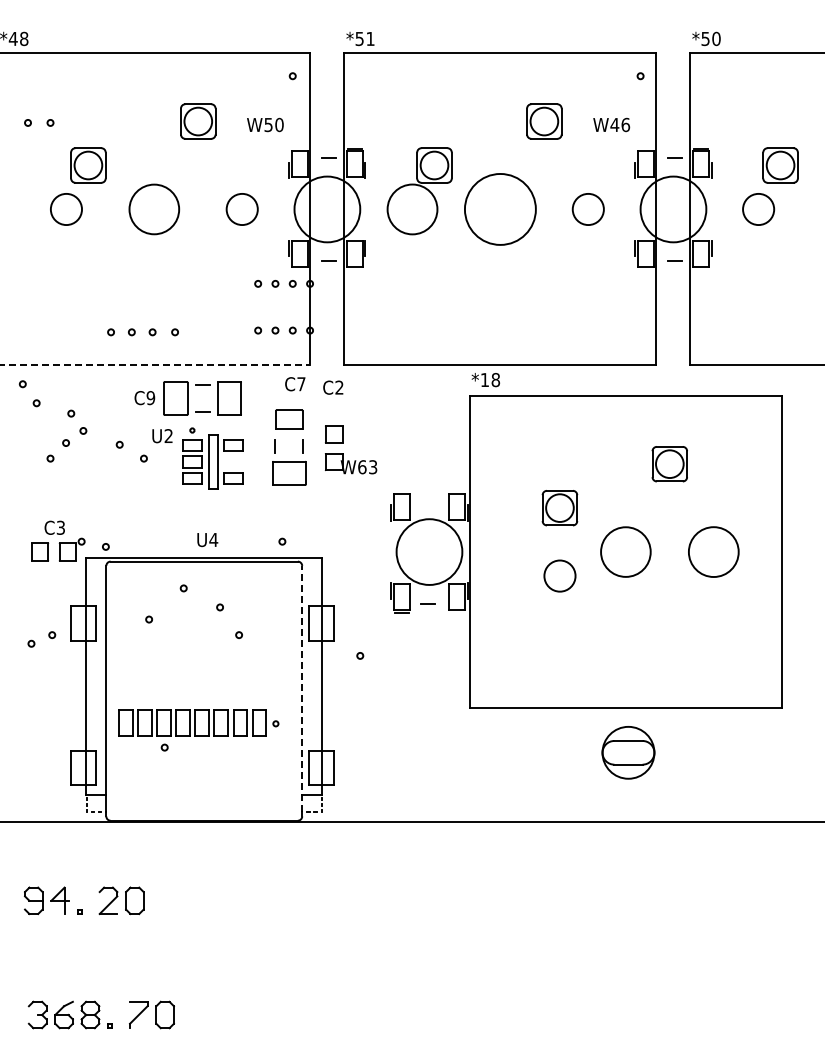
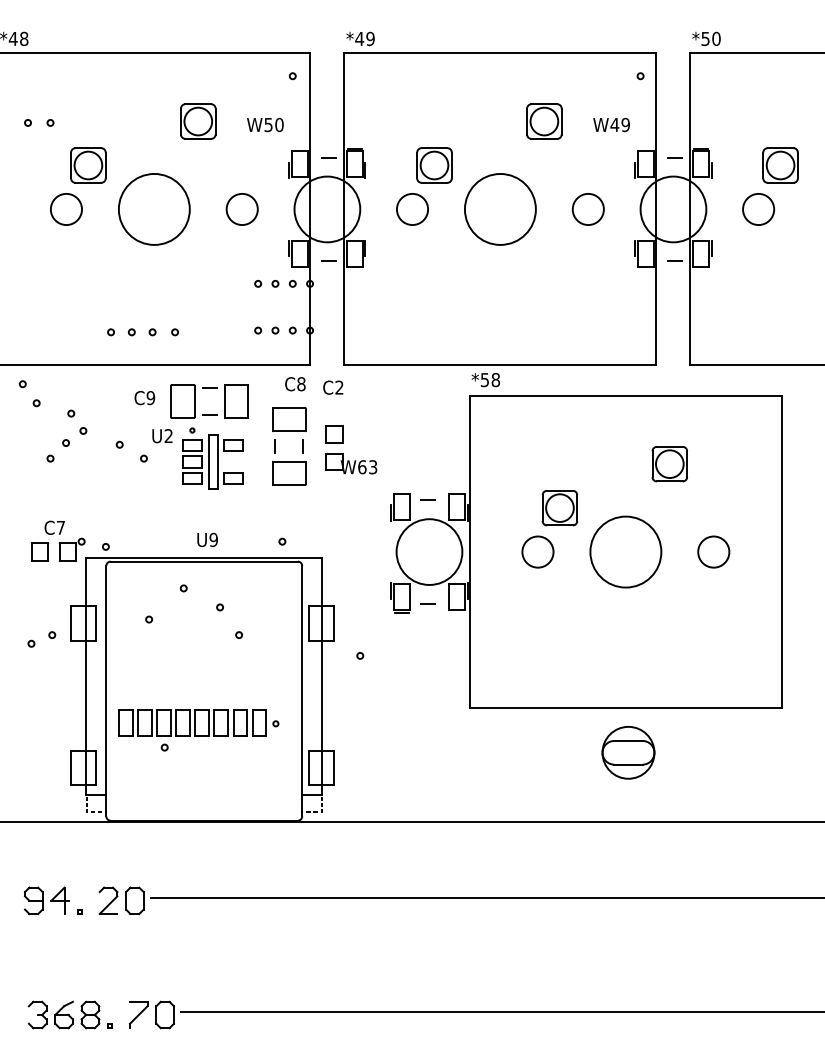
text at (364, 38): *51 -> *49
text at (625, 124): W46 -> W49
circle at (154, 209) diameter: 50 px -> 71 px
circle at (412, 209) diameter: 50 px -> 31 px
line at (155, 365): dashed -> solid
text at (484, 380): *18 -> *58
text at (301, 384): C7 -> C8
part at (202, 385) position: (202, 385) -> (209, 388)
part at (289, 419) size: 29x21 px -> 35x26 px
line at (427, 499): none -> present
text at (60, 527): C3 -> C7
text at (213, 539): U4 -> U9
circle at (625, 551) diameter: 50 px -> 71 px
circle at (713, 552) diameter: 50 px -> 31 px
circle at (559, 575) position: (559, 575) -> (537, 551)
line at (302, 688): dashed -> solid
line at (485, 898): none -> present
line at (501, 1012): none -> present
